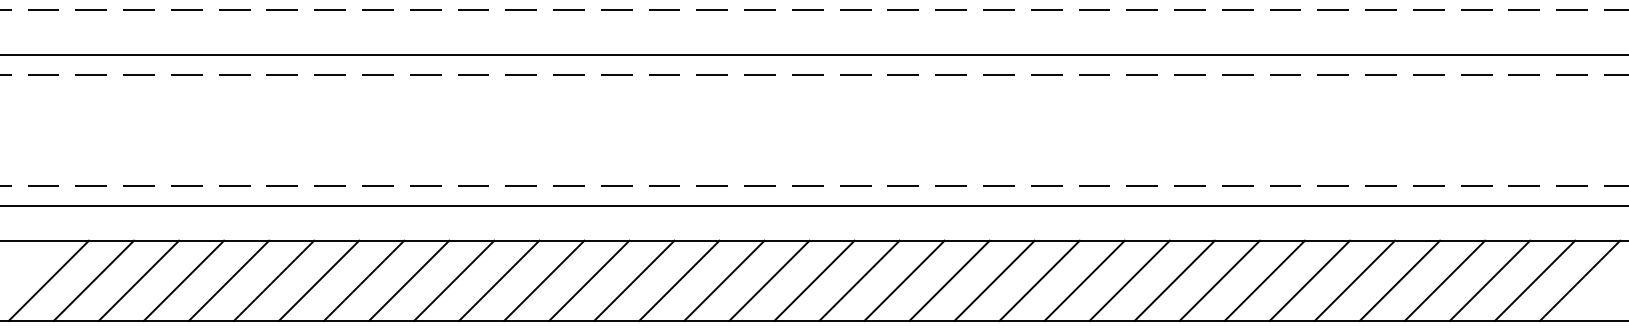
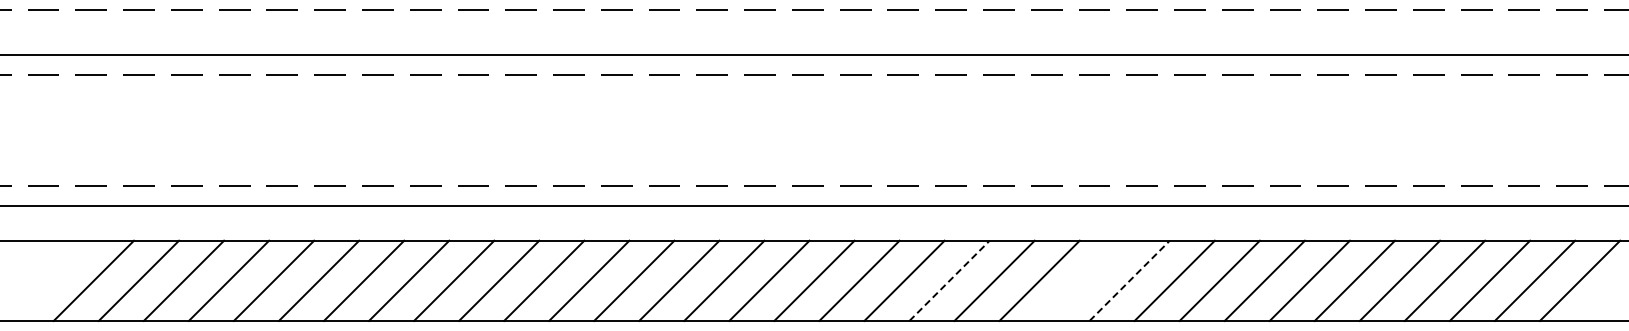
line at (48, 280): present -> none
line at (949, 280): solid -> dashed
line at (1084, 280): present -> none
line at (1129, 280): solid -> dashed
